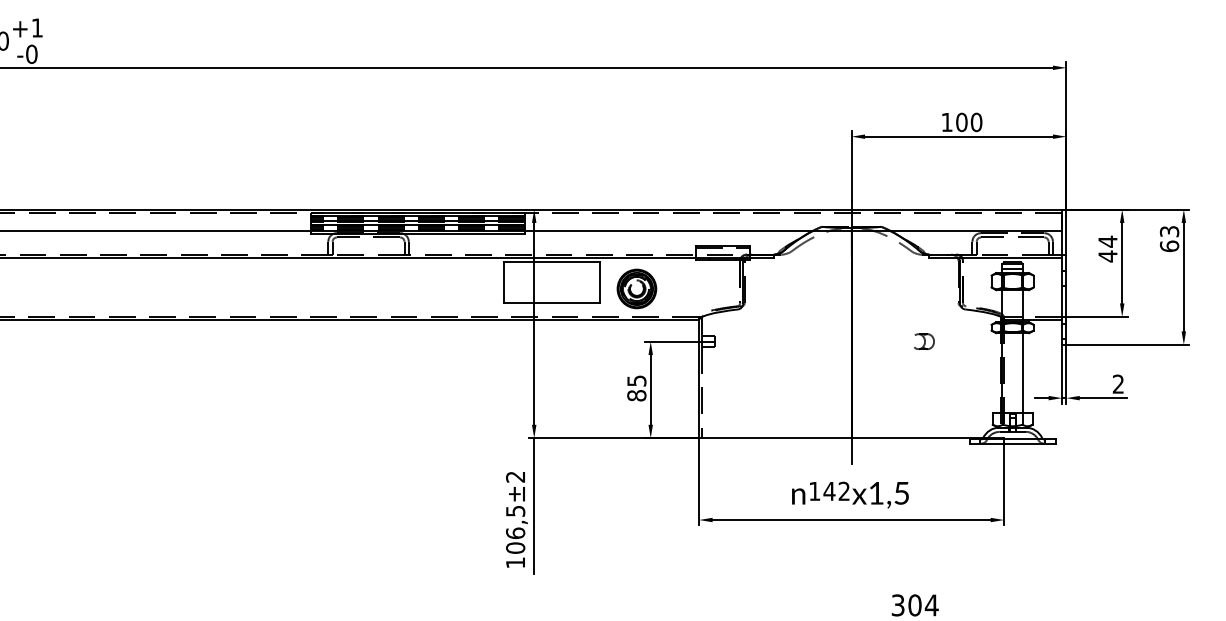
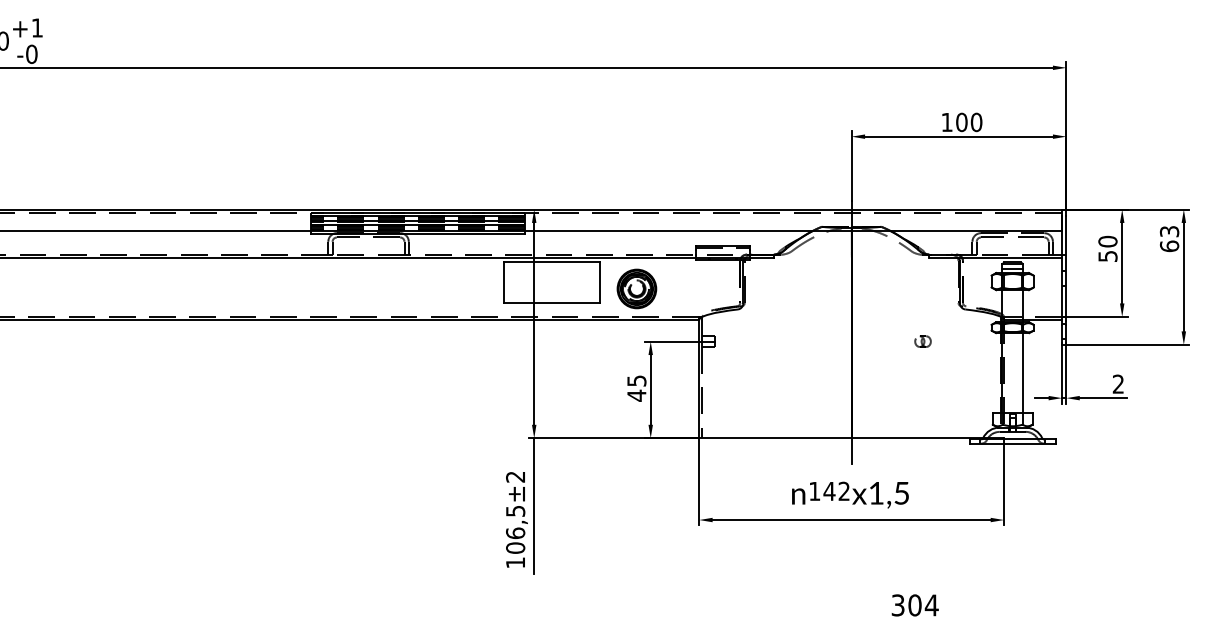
text at (1107, 248): 44 -> 50
part at (924, 341) size: 21x18 px -> 18x13 px
text at (636, 395): 85 -> 45
